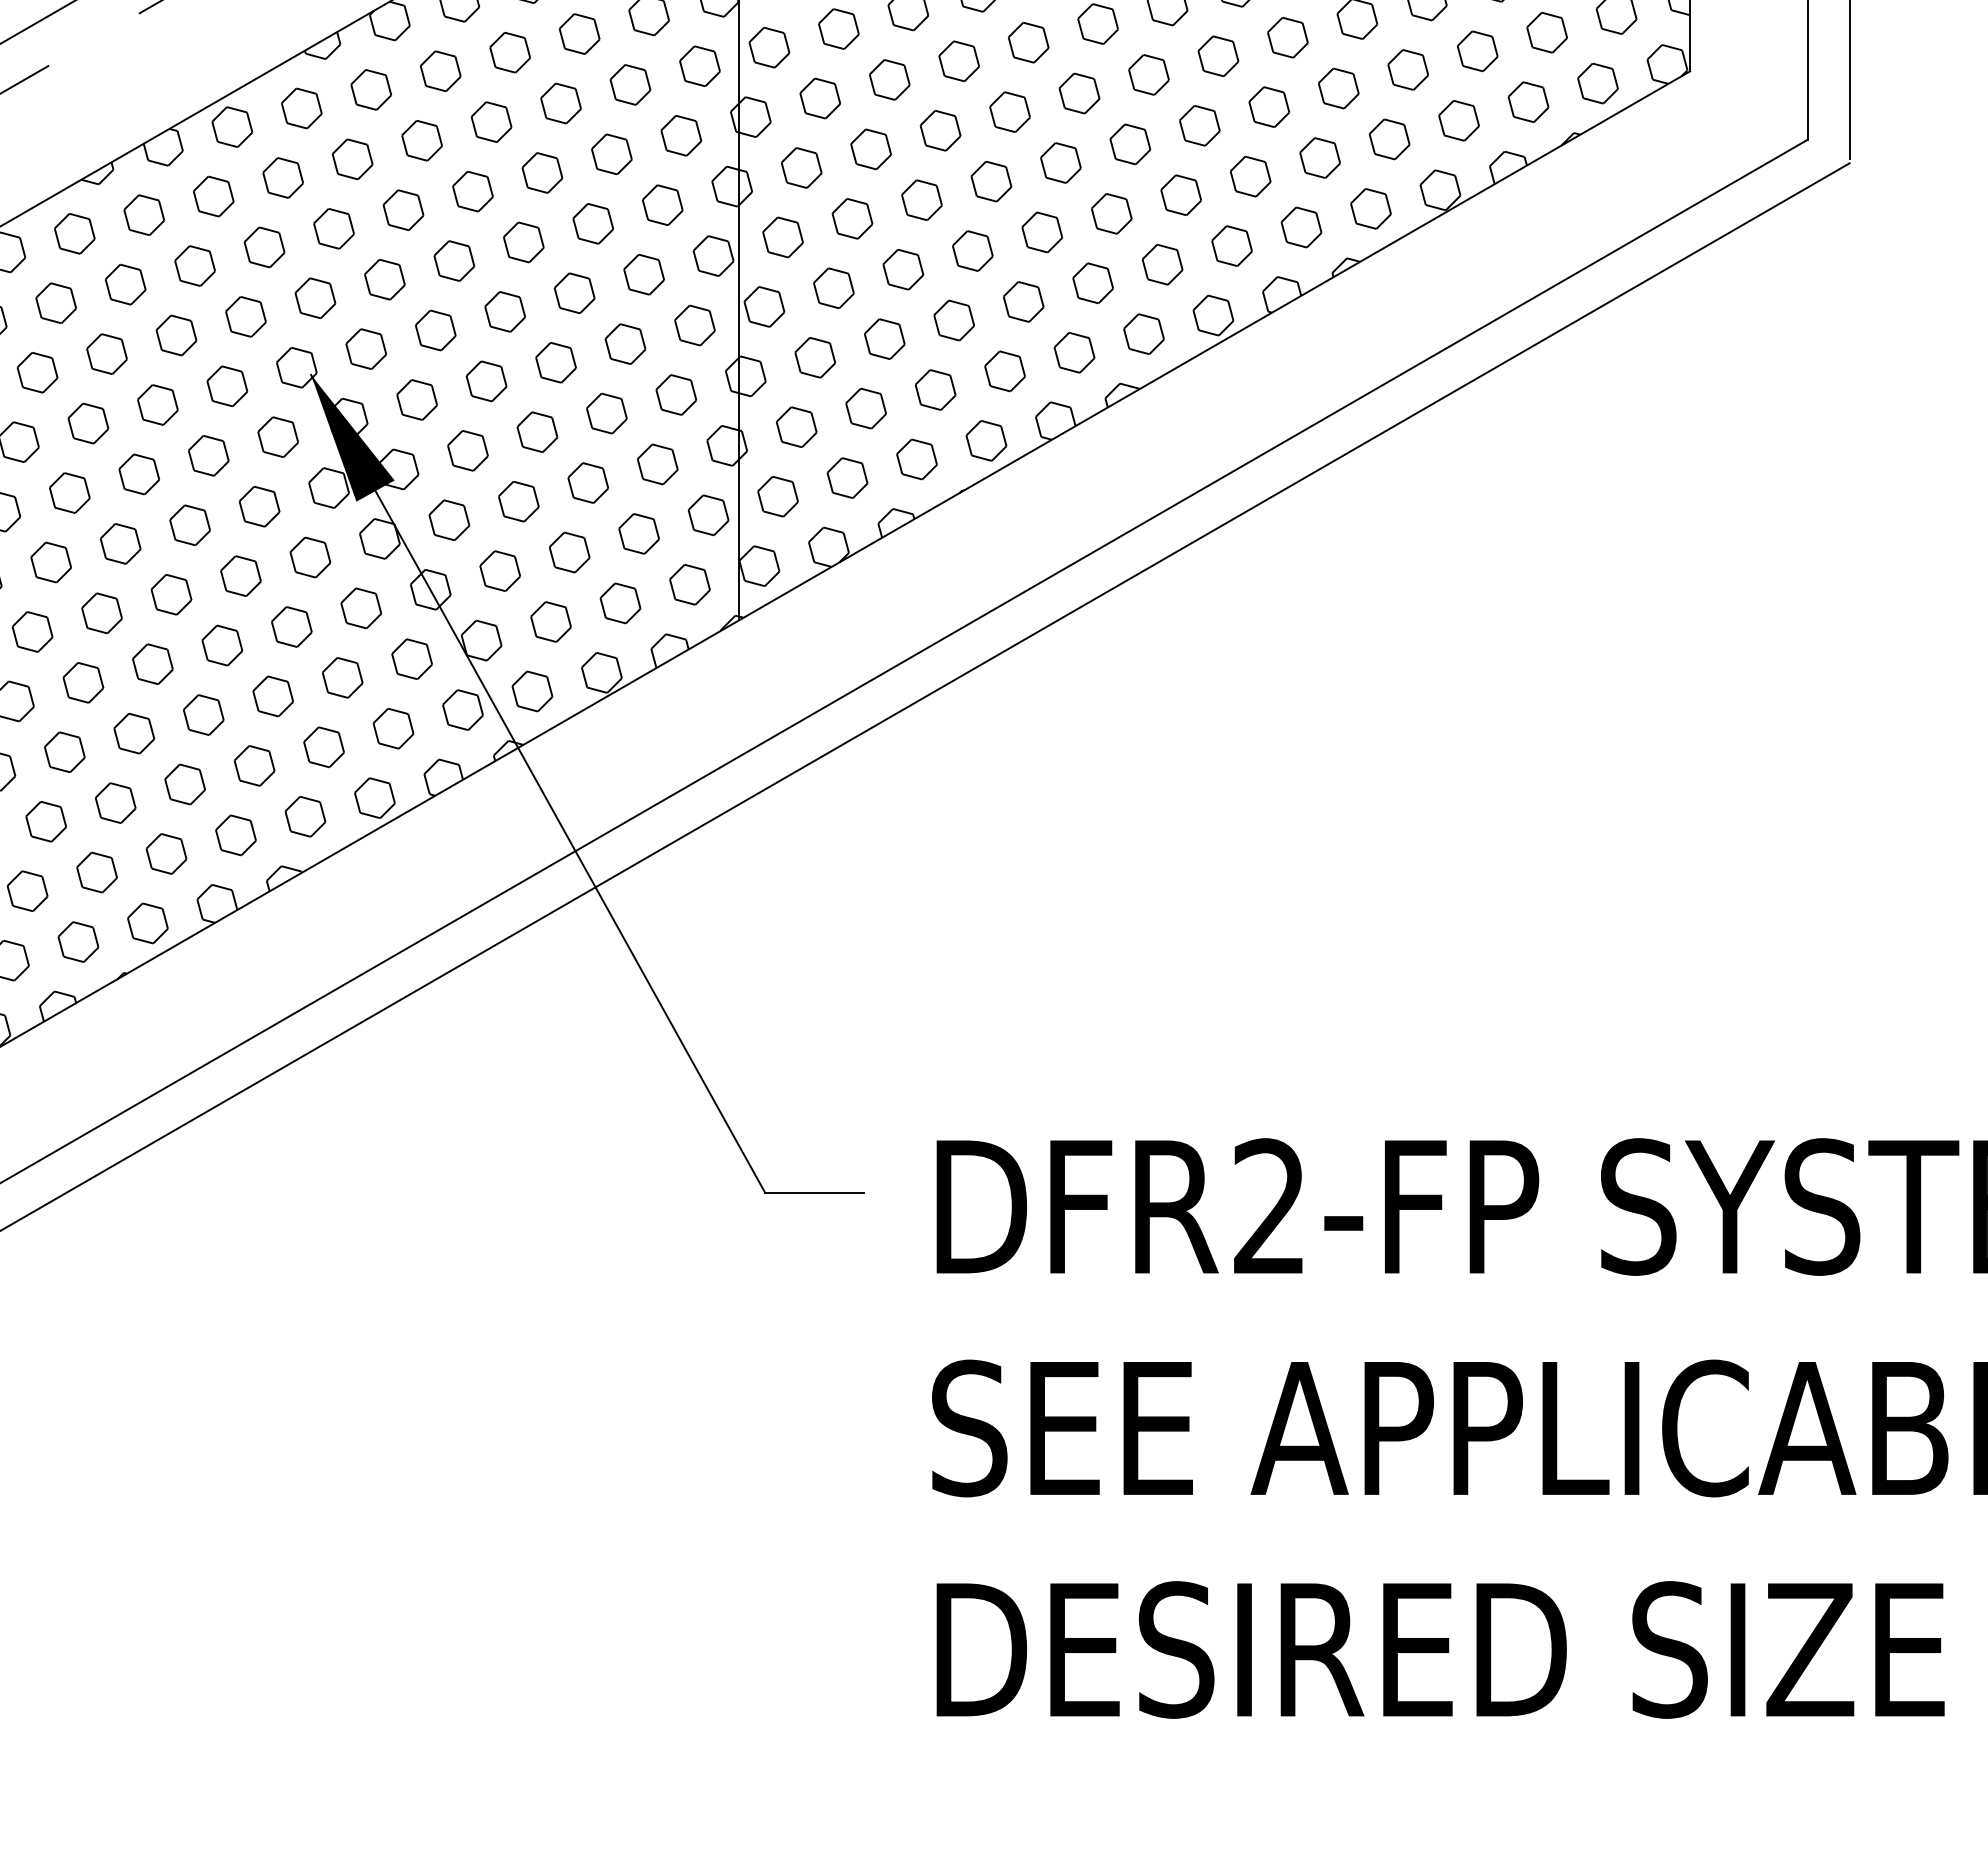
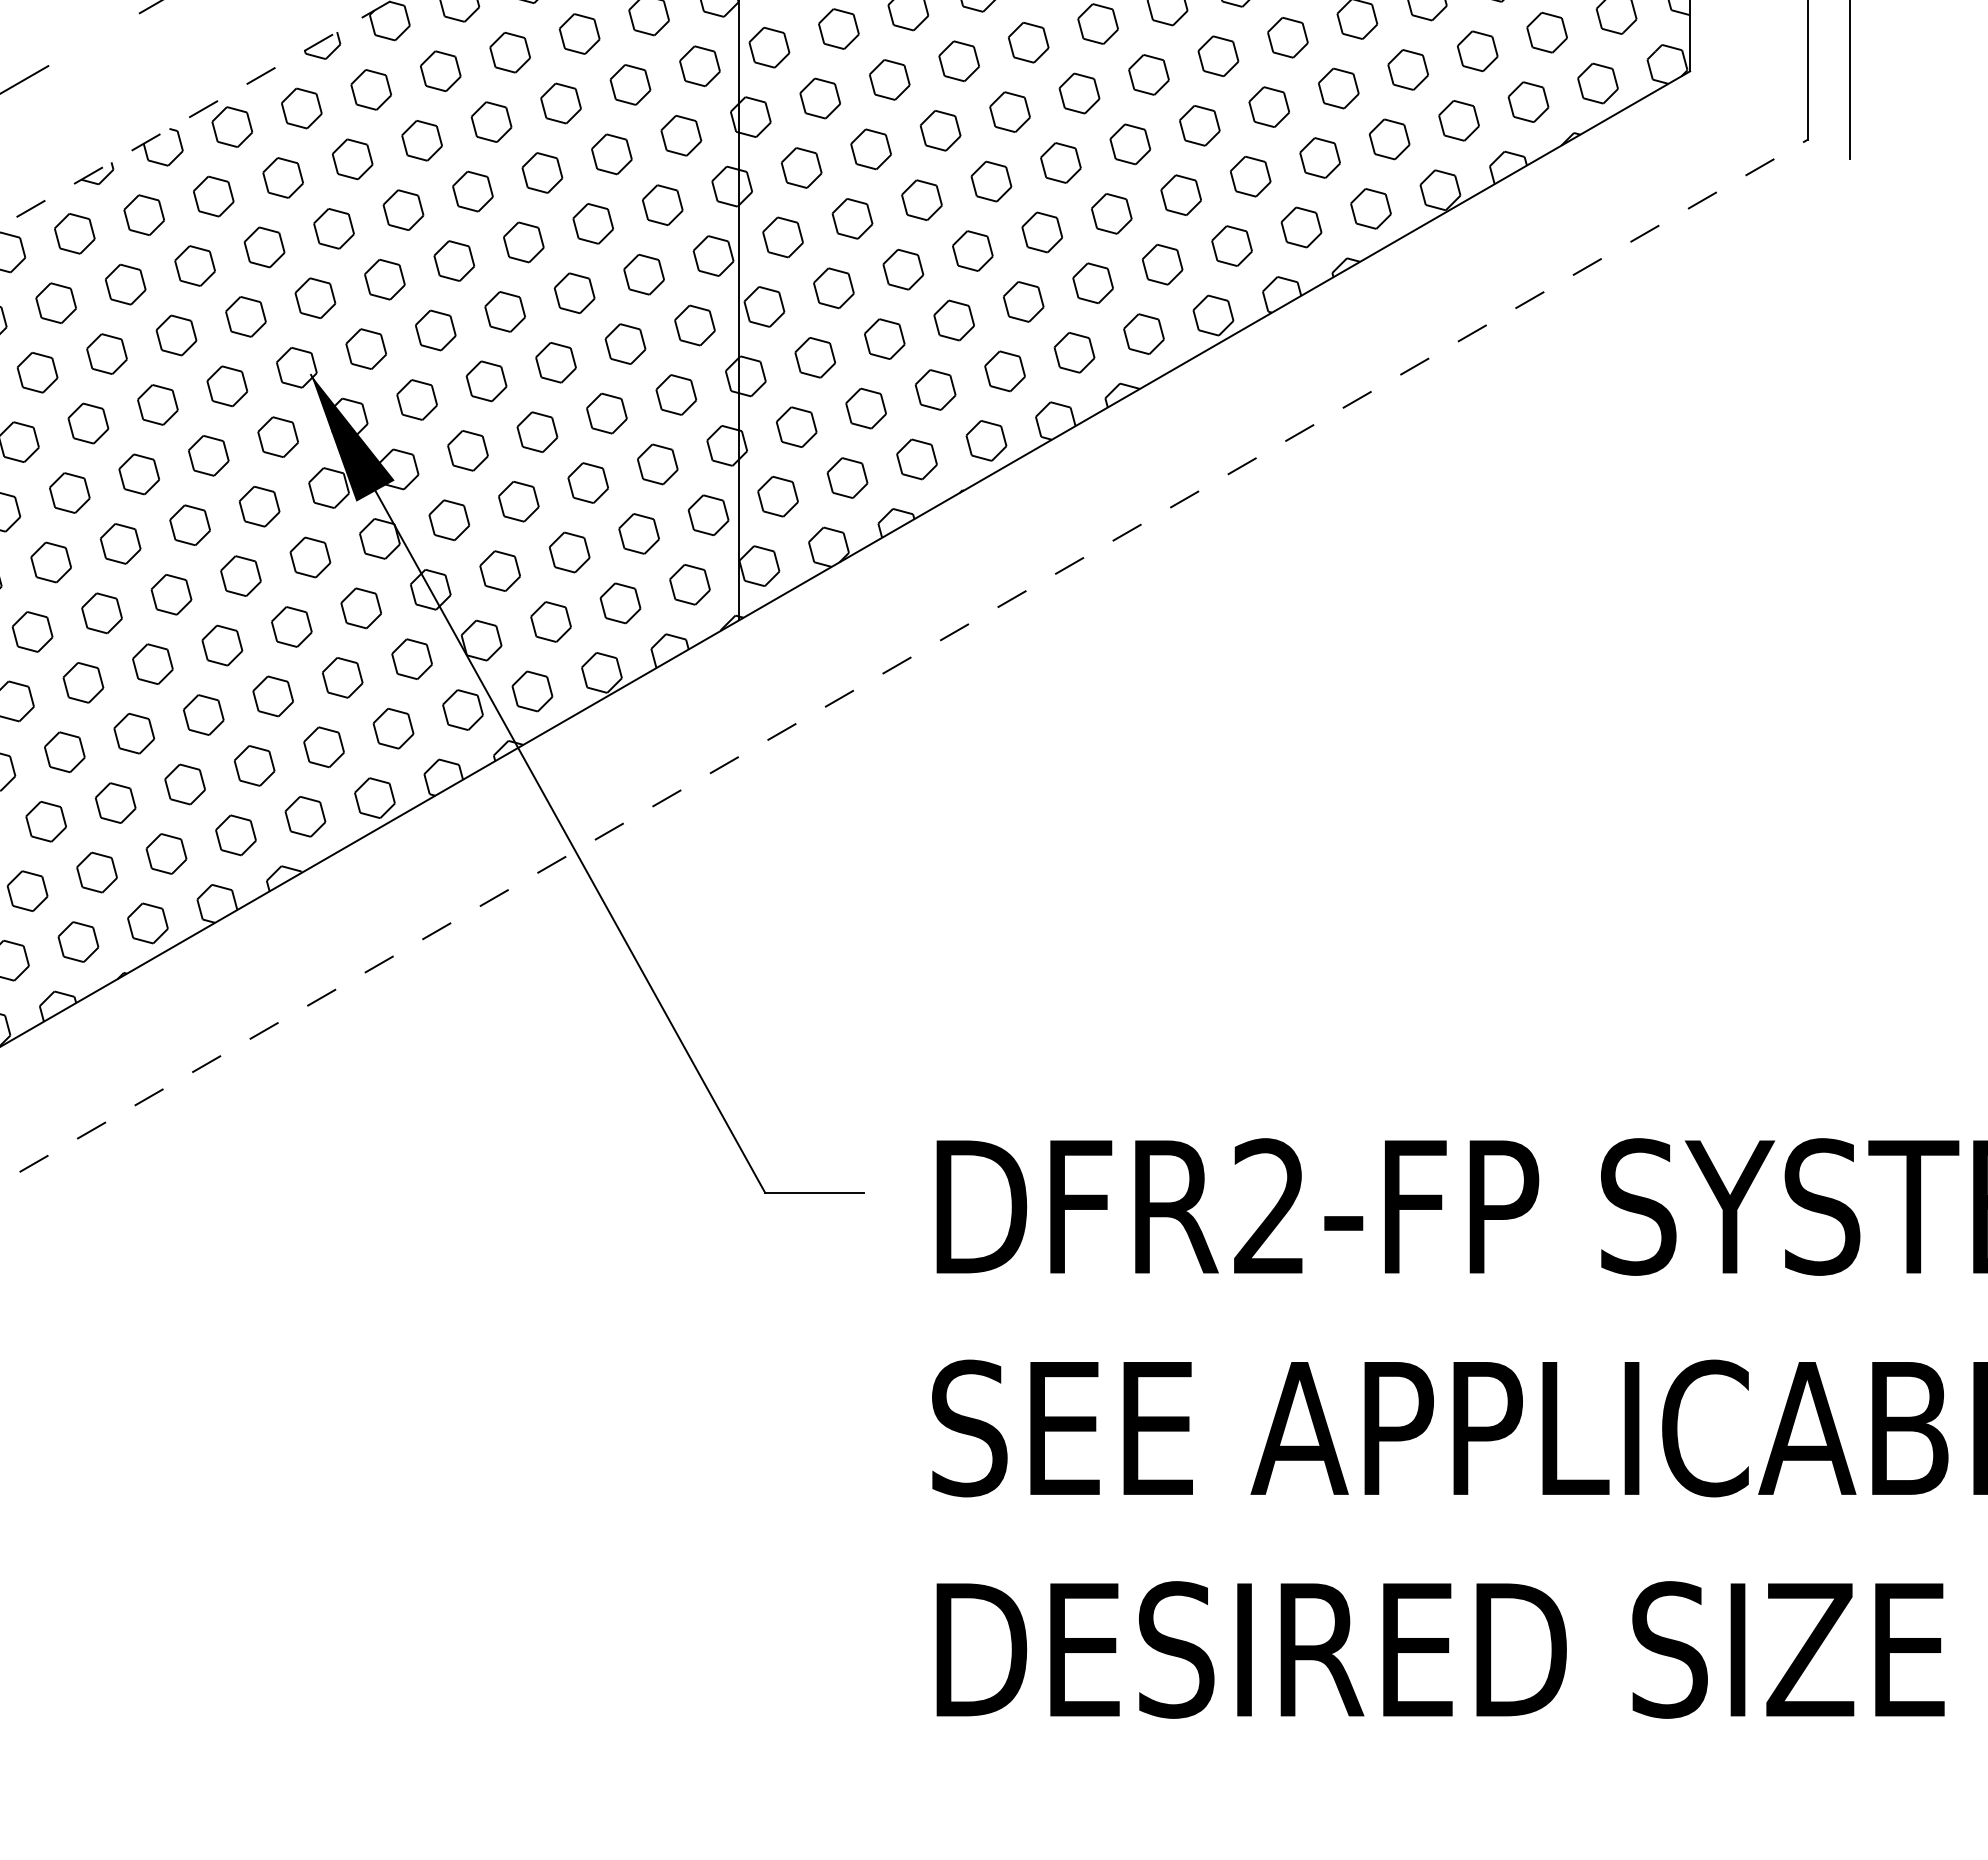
line at (37, 22): present -> none
line at (196, 113): solid -> dashed
line at (904, 661): solid -> dashed
line at (925, 696): present -> none
